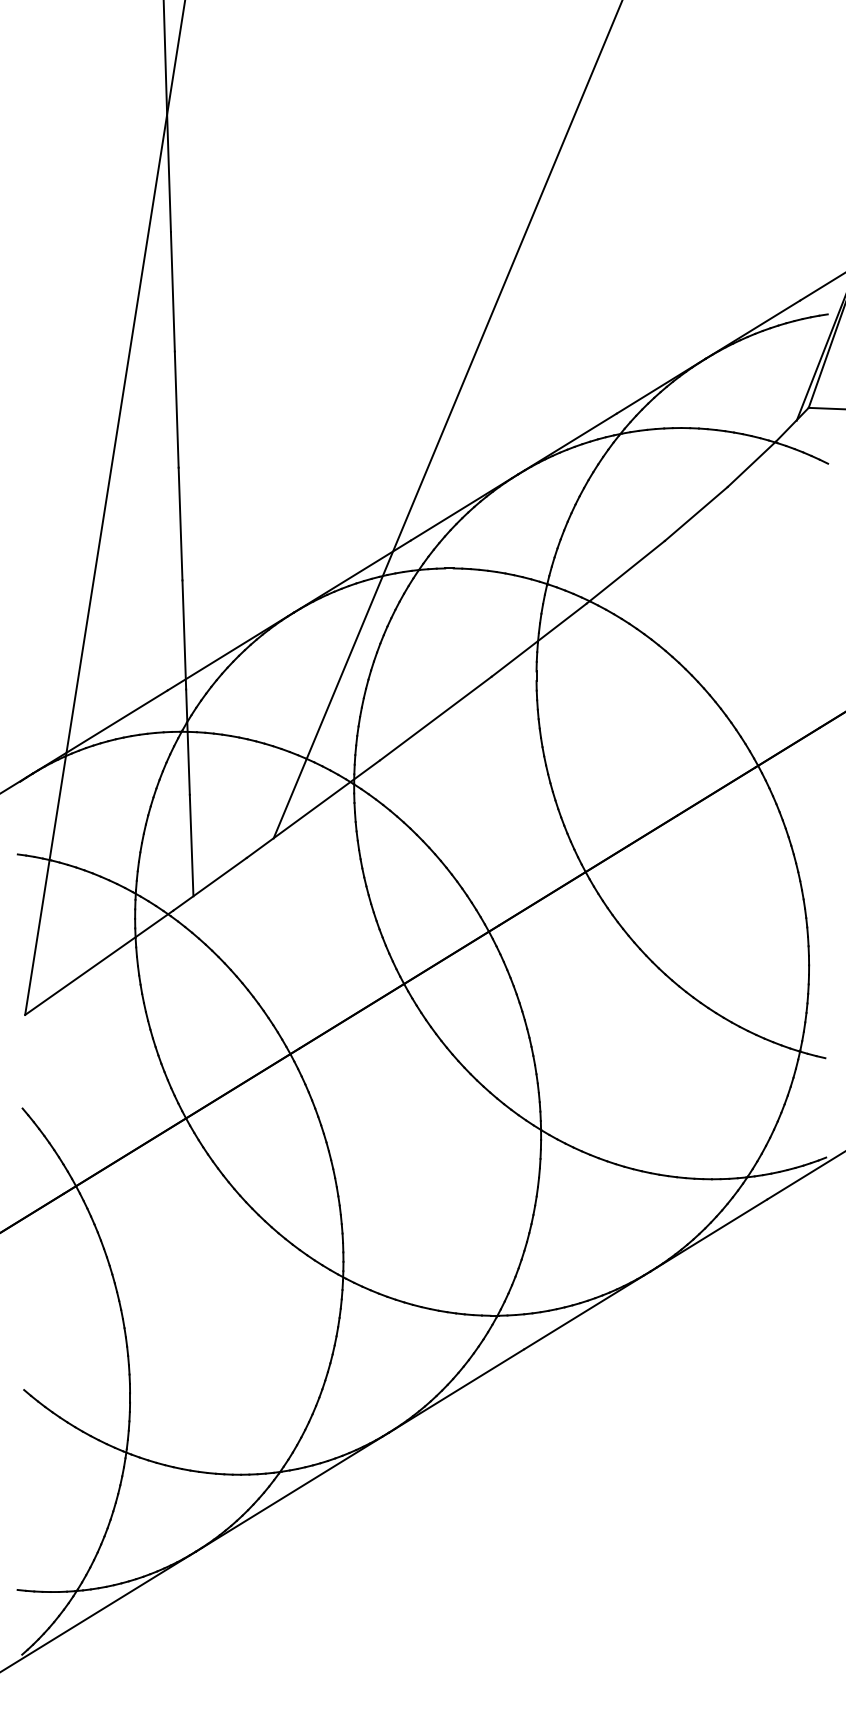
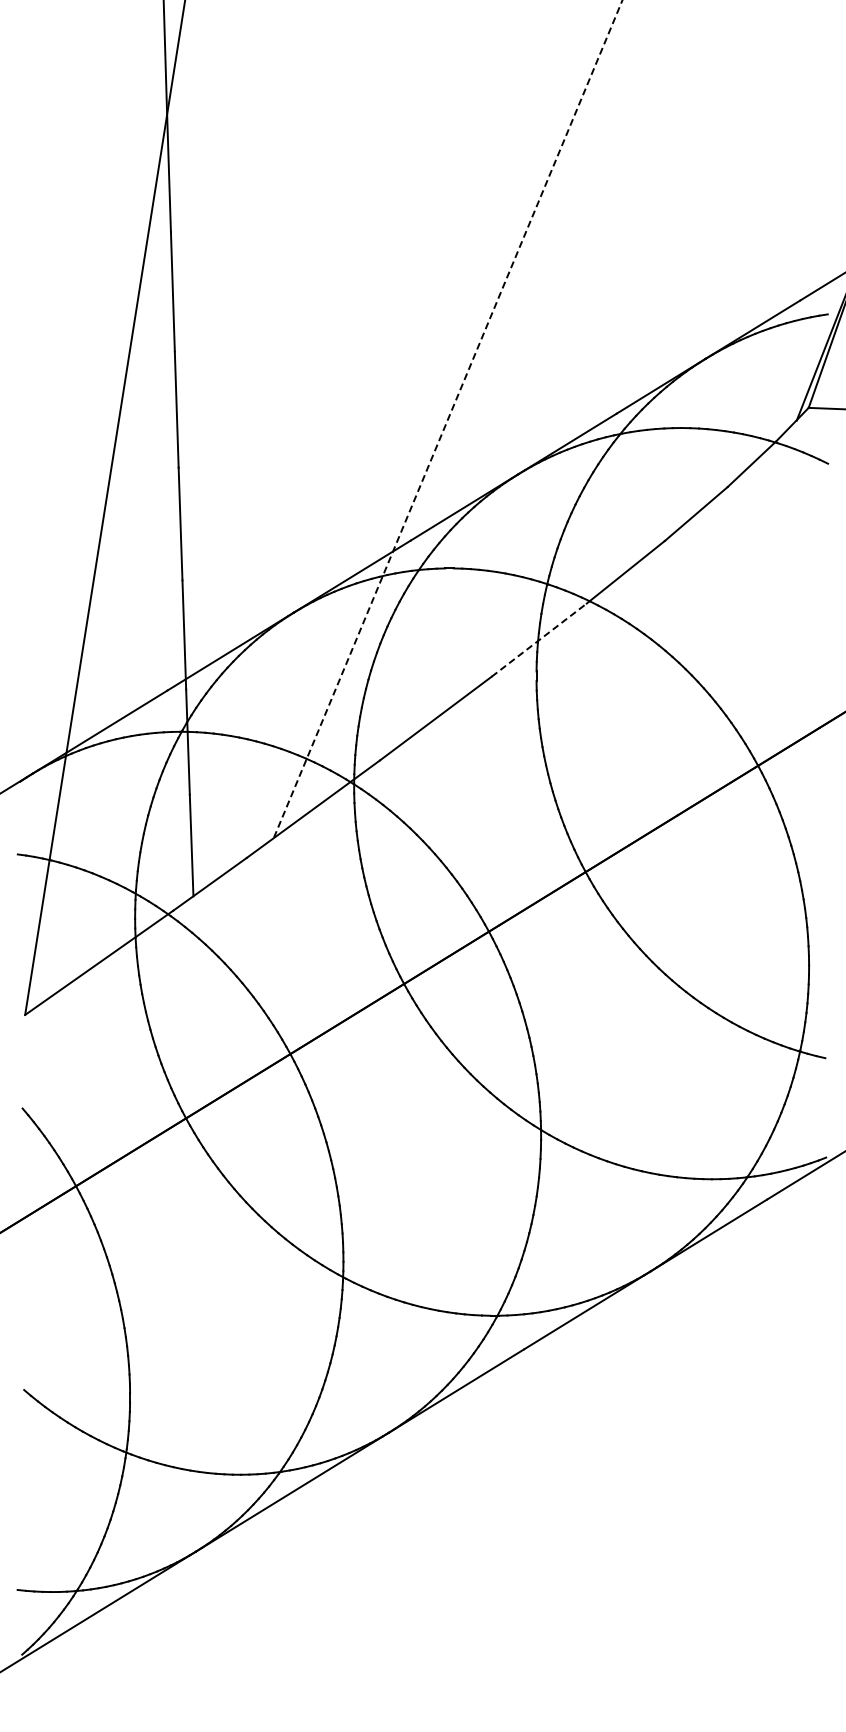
line at (448, 419): solid -> dashed
line at (539, 640): solid -> dashed
